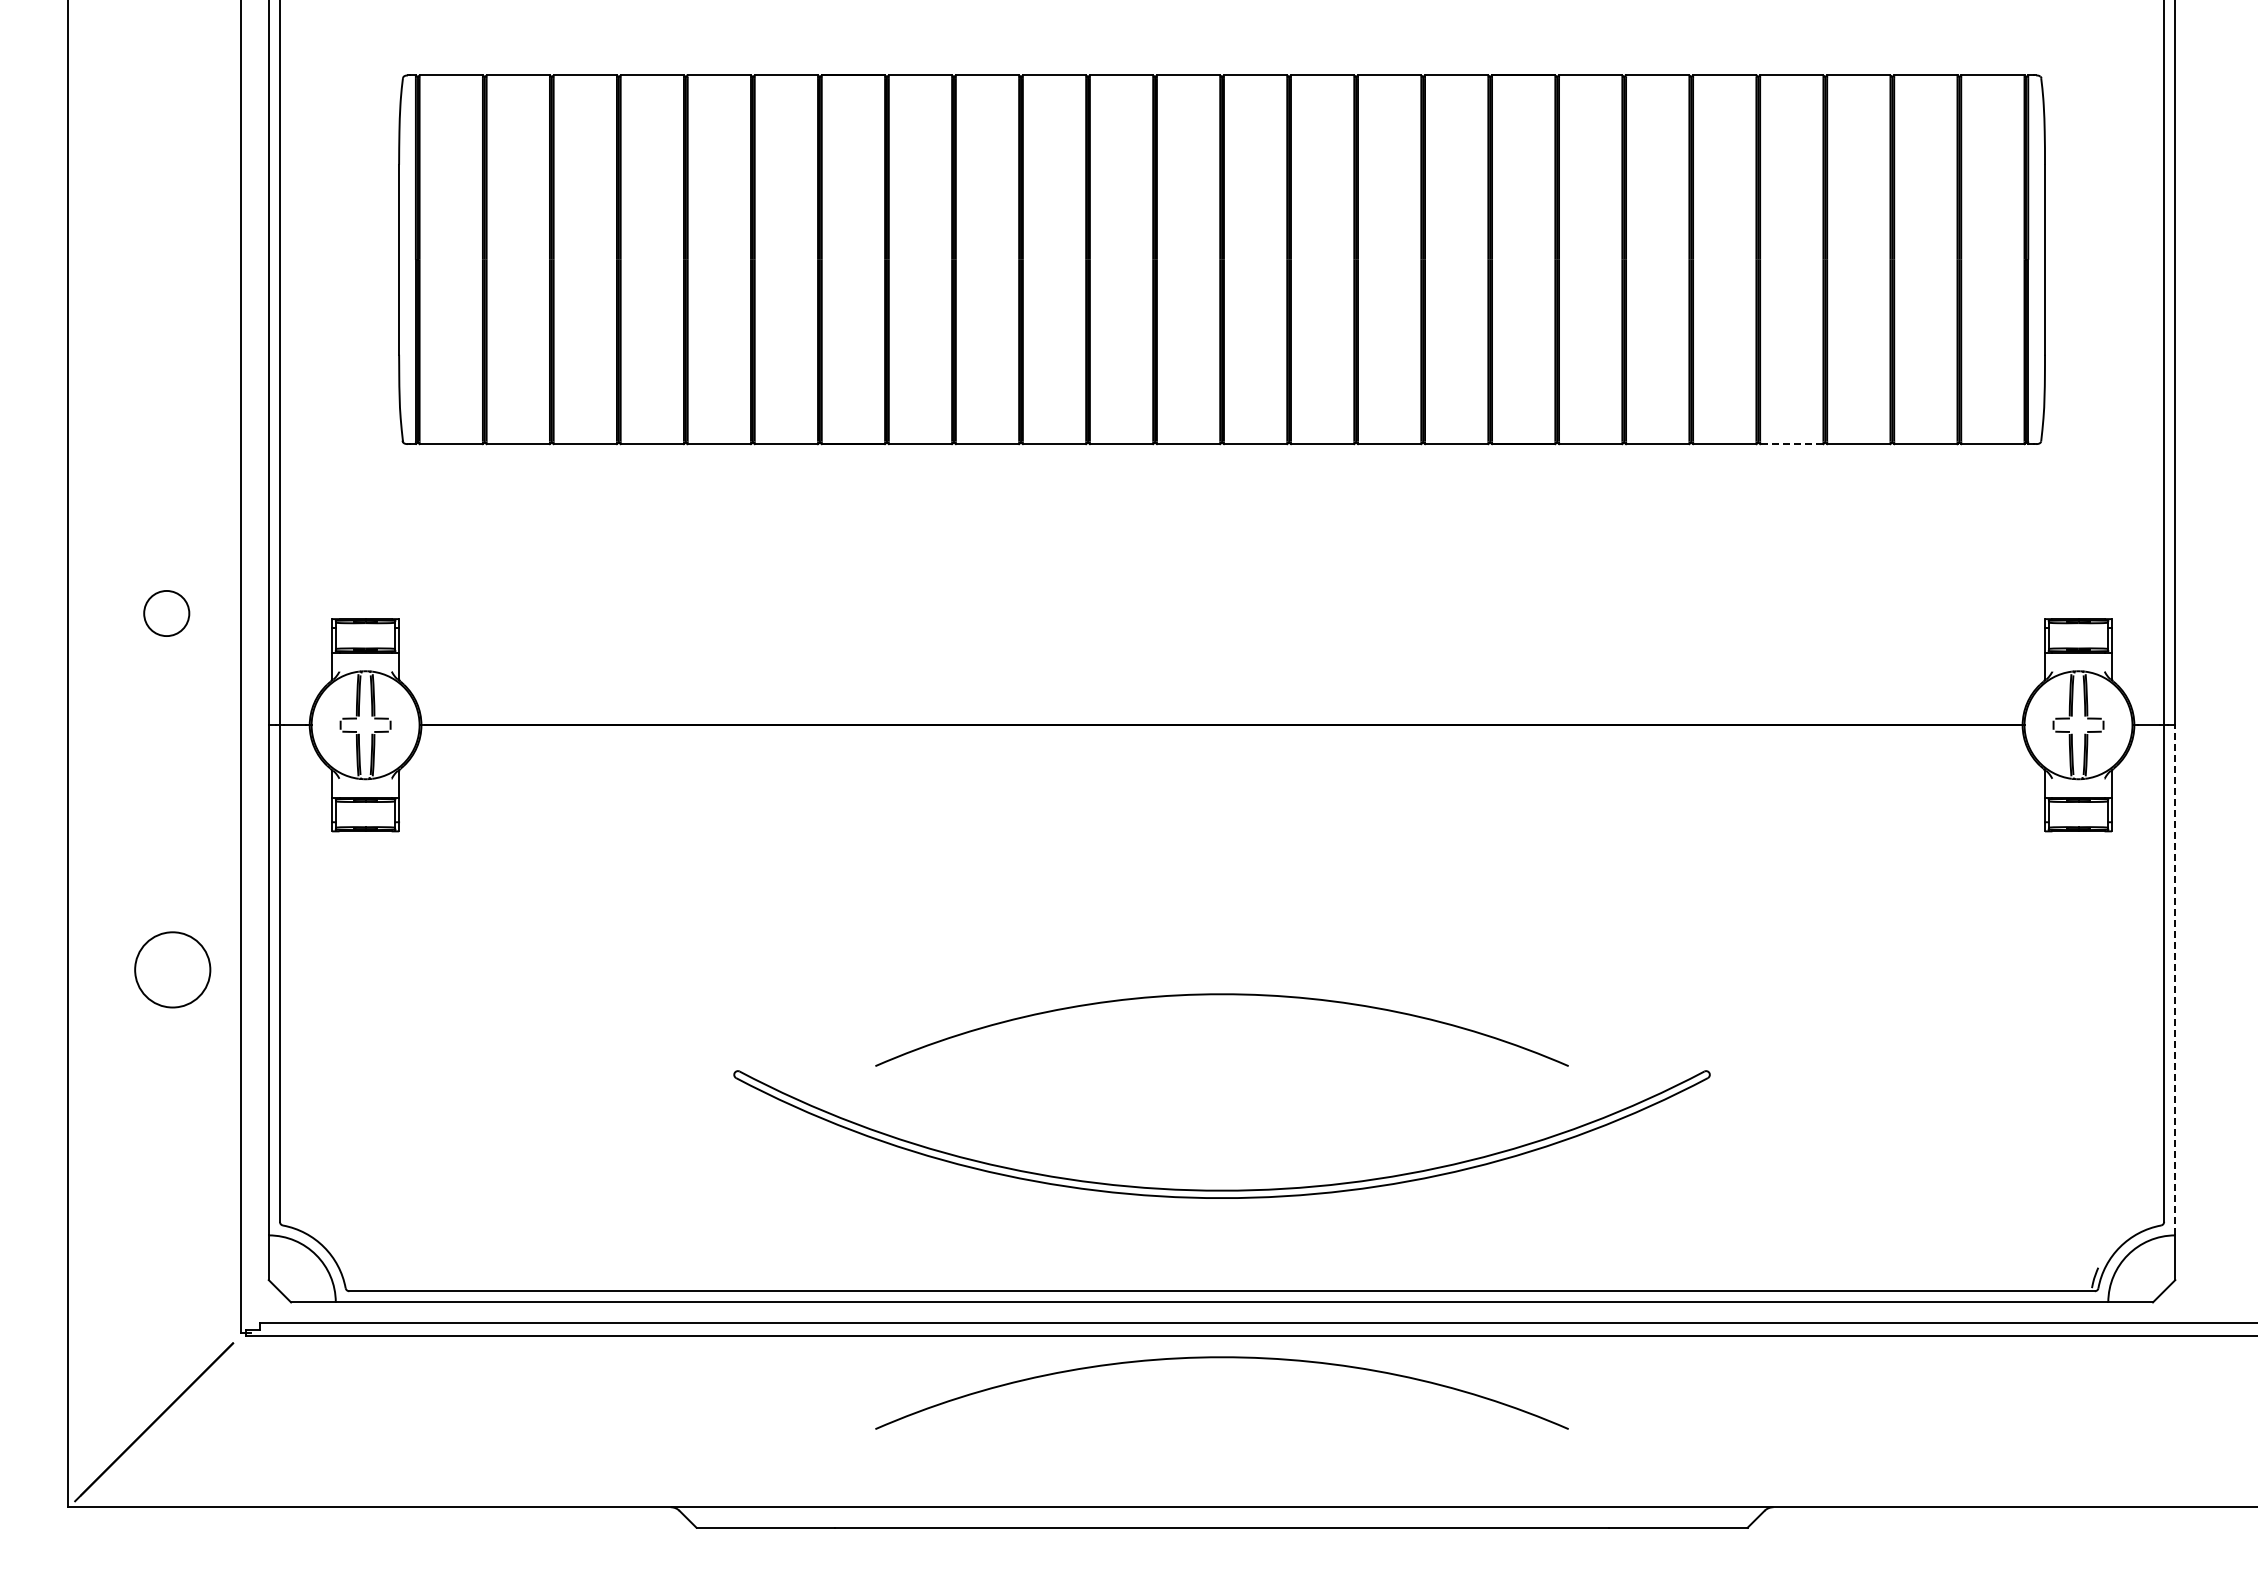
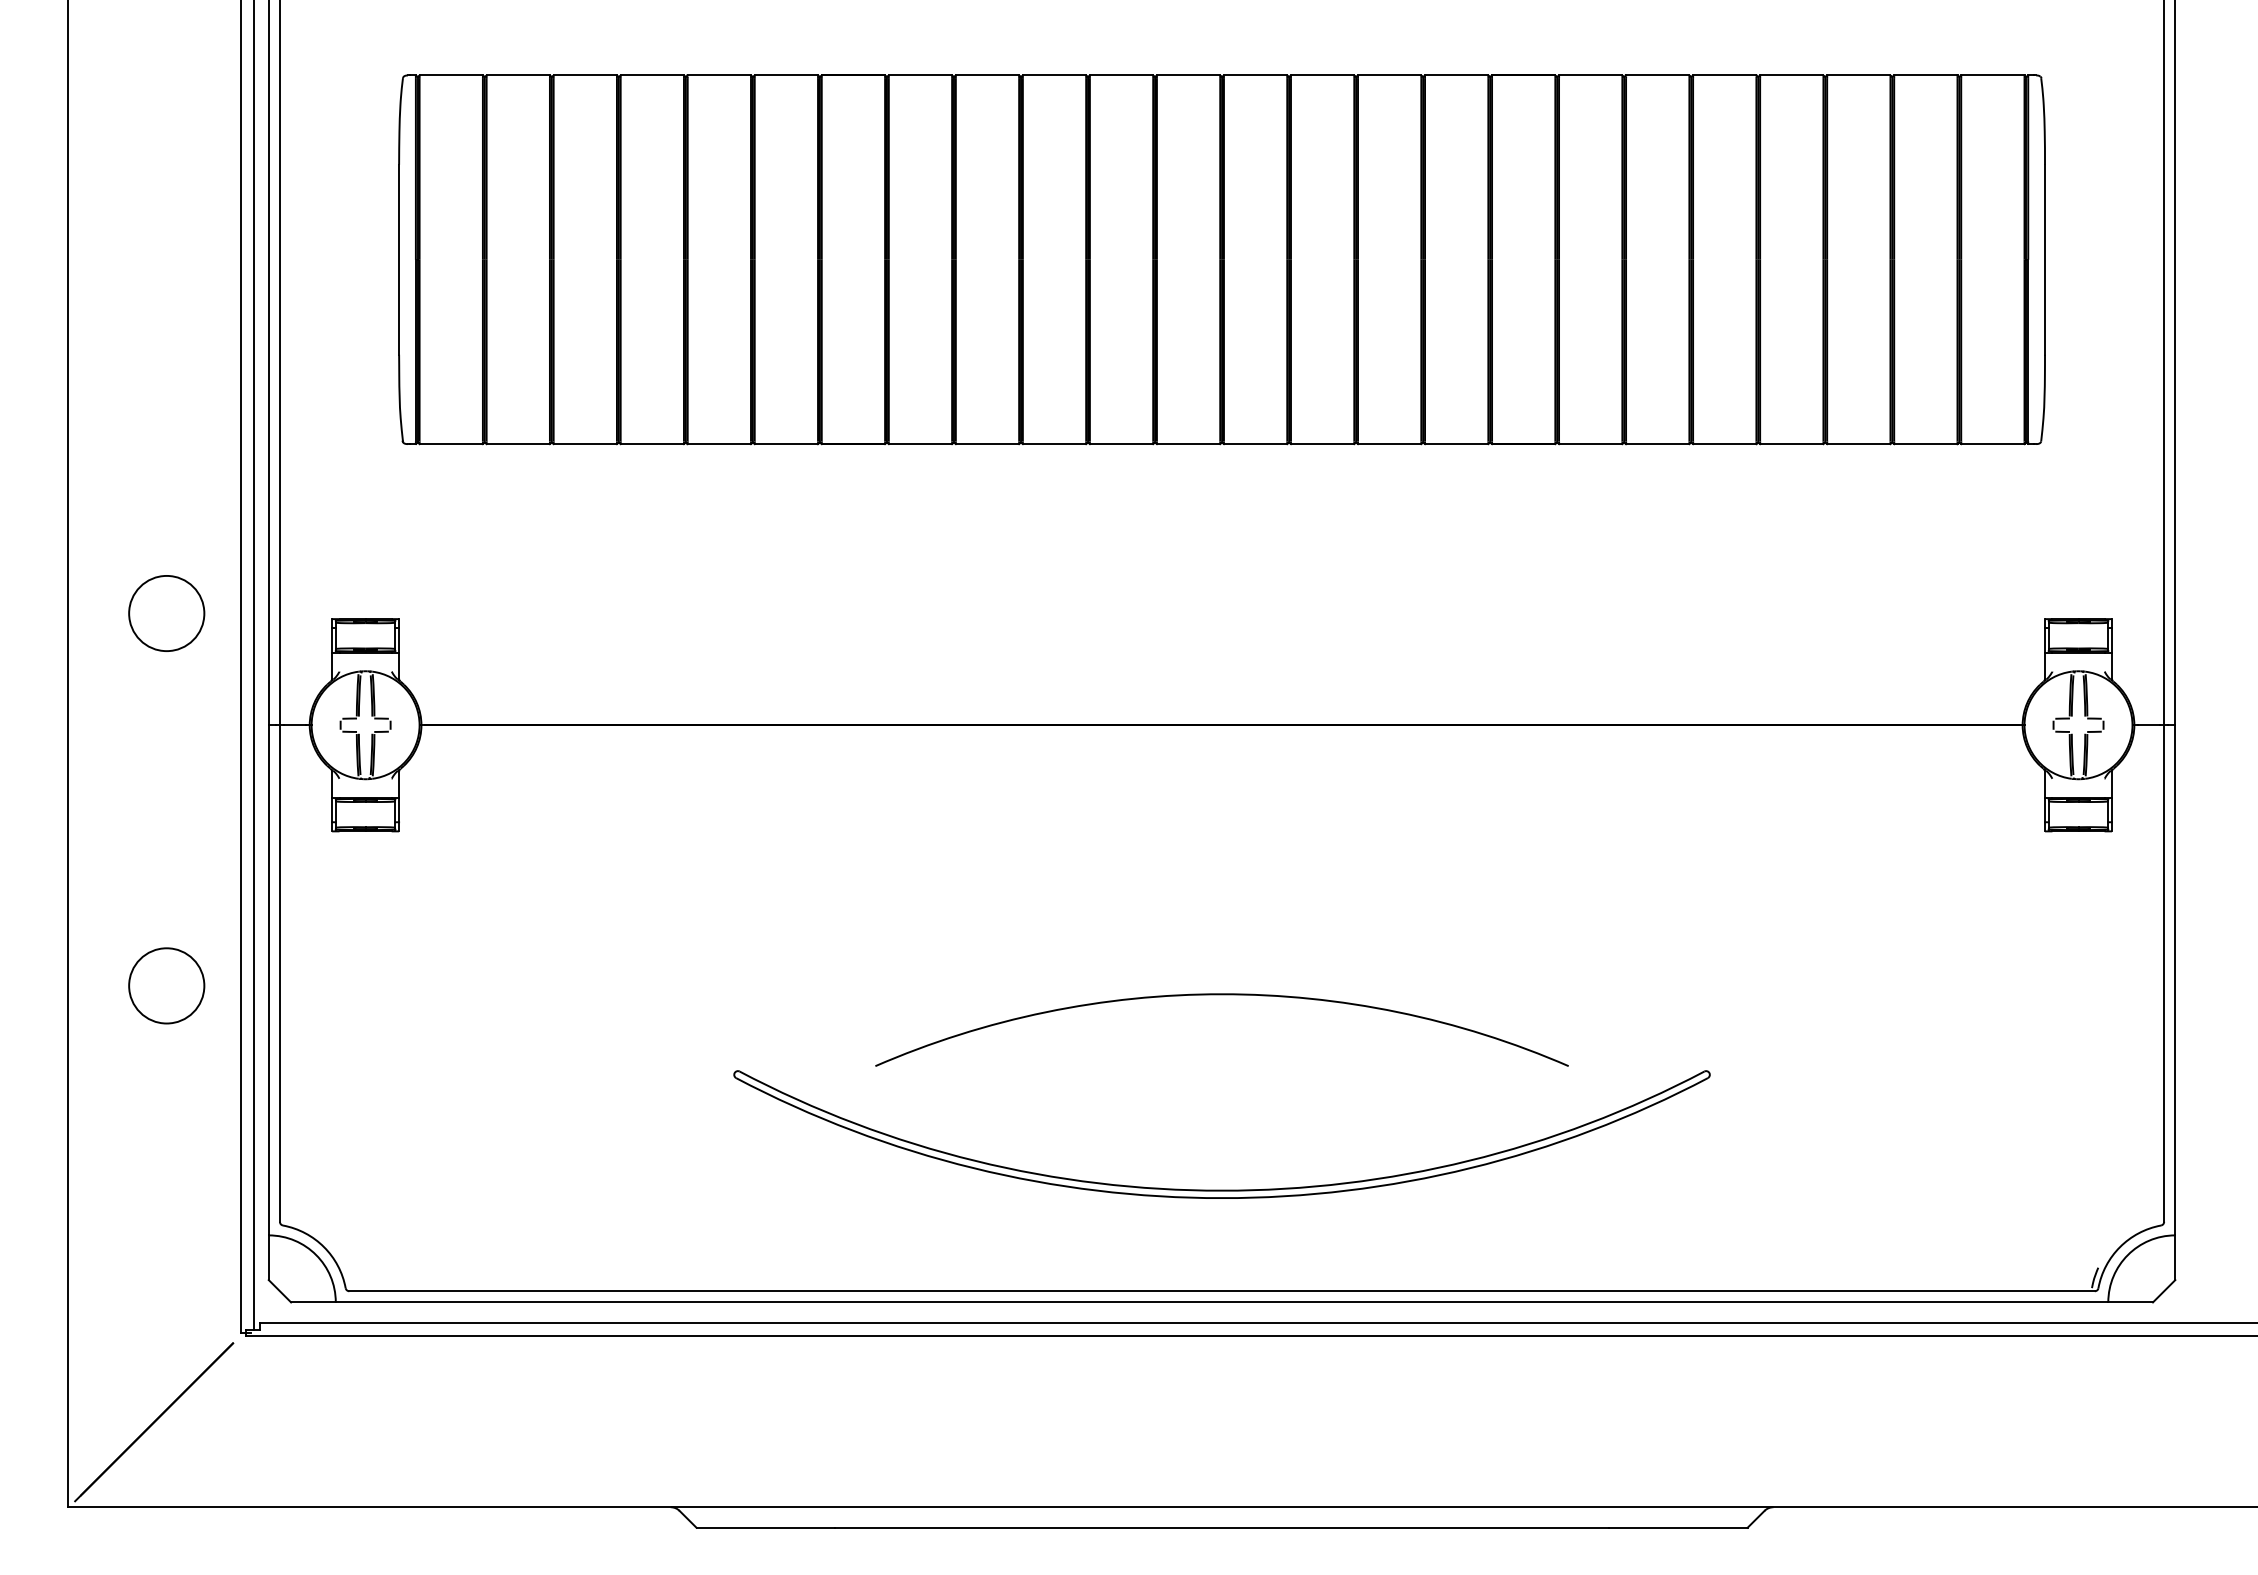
line at (1791, 444): dashed -> solid
circle at (166, 613) diameter: 45 px -> 75 px
line at (253, 665): none -> present
circle at (172, 969) position: (172, 969) -> (166, 985)
line at (2175, 979): dashed -> solid
arc at (1221, 1358): present -> none
